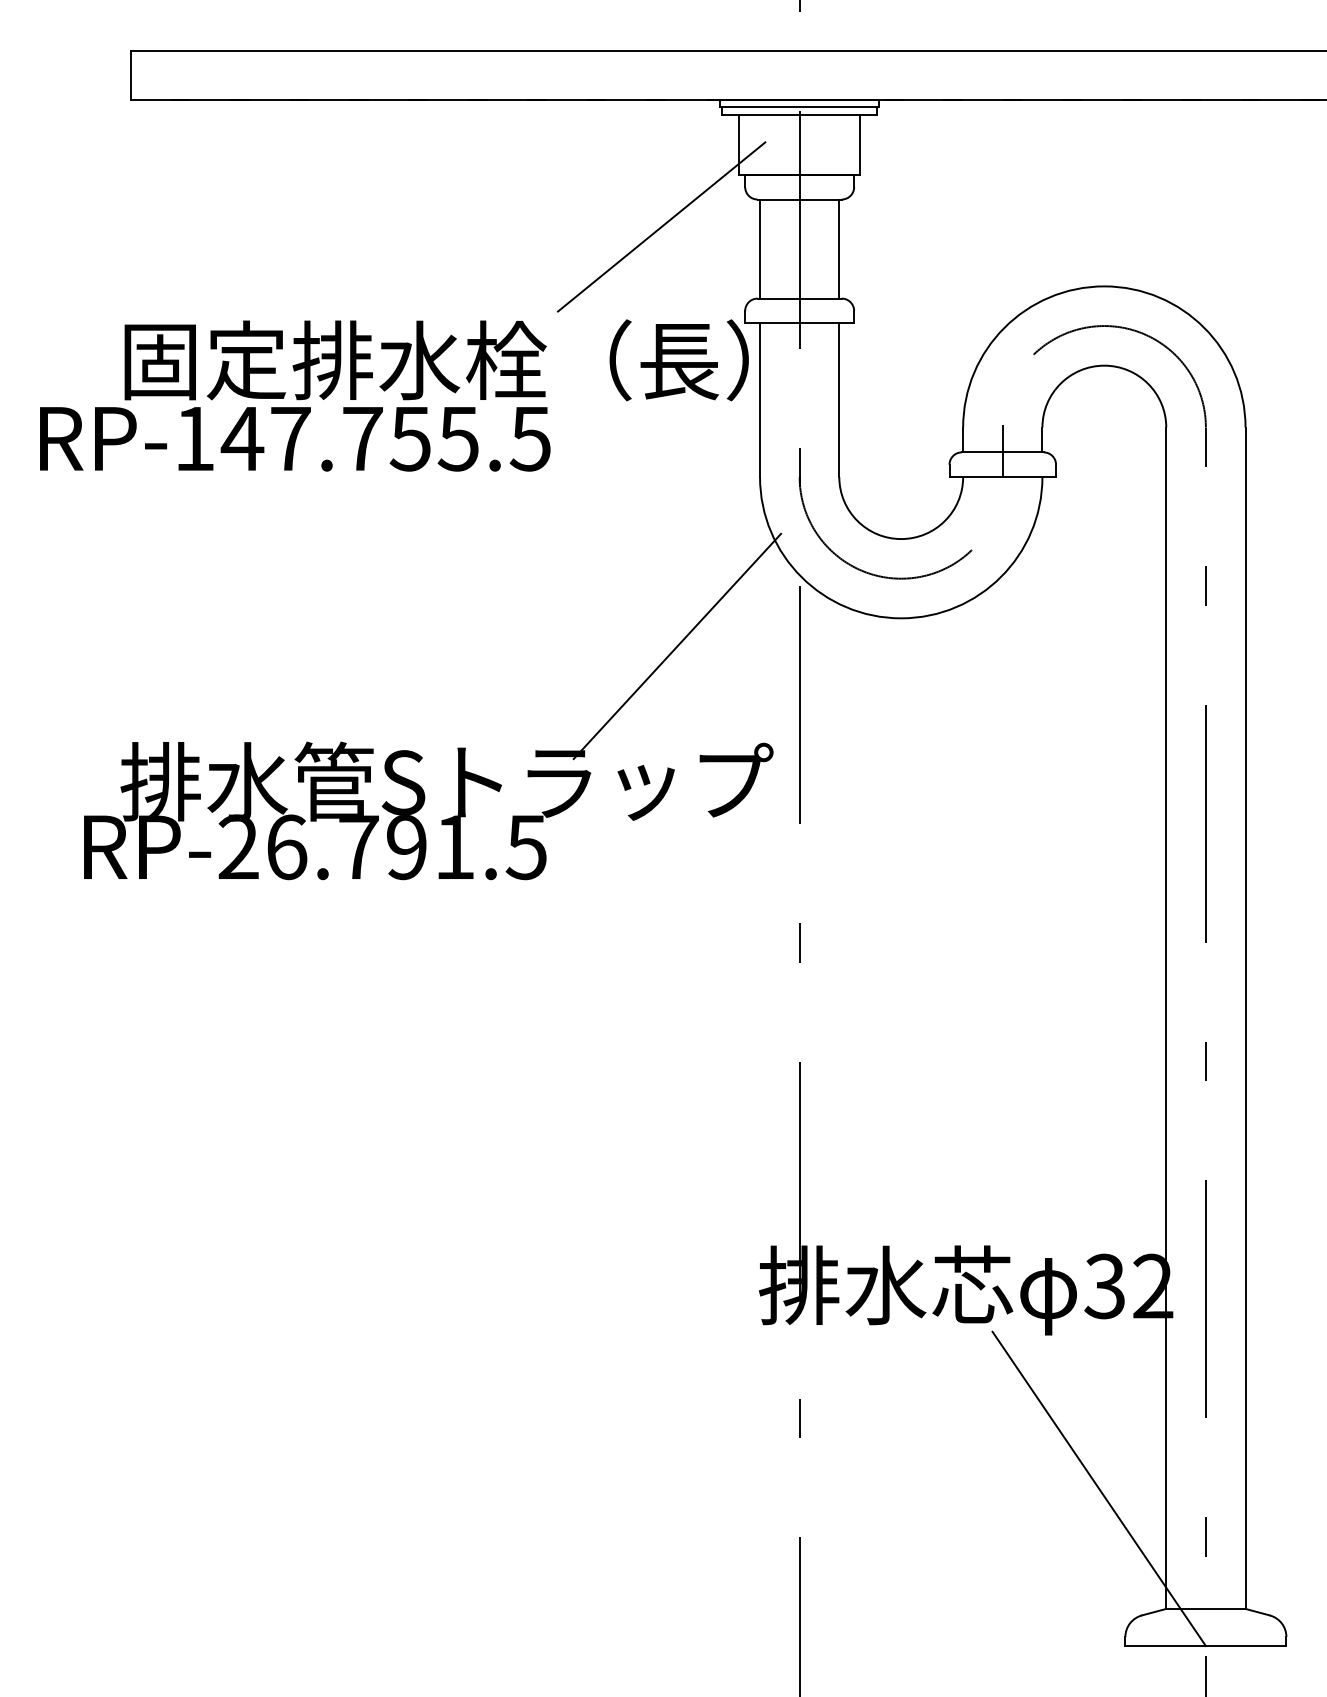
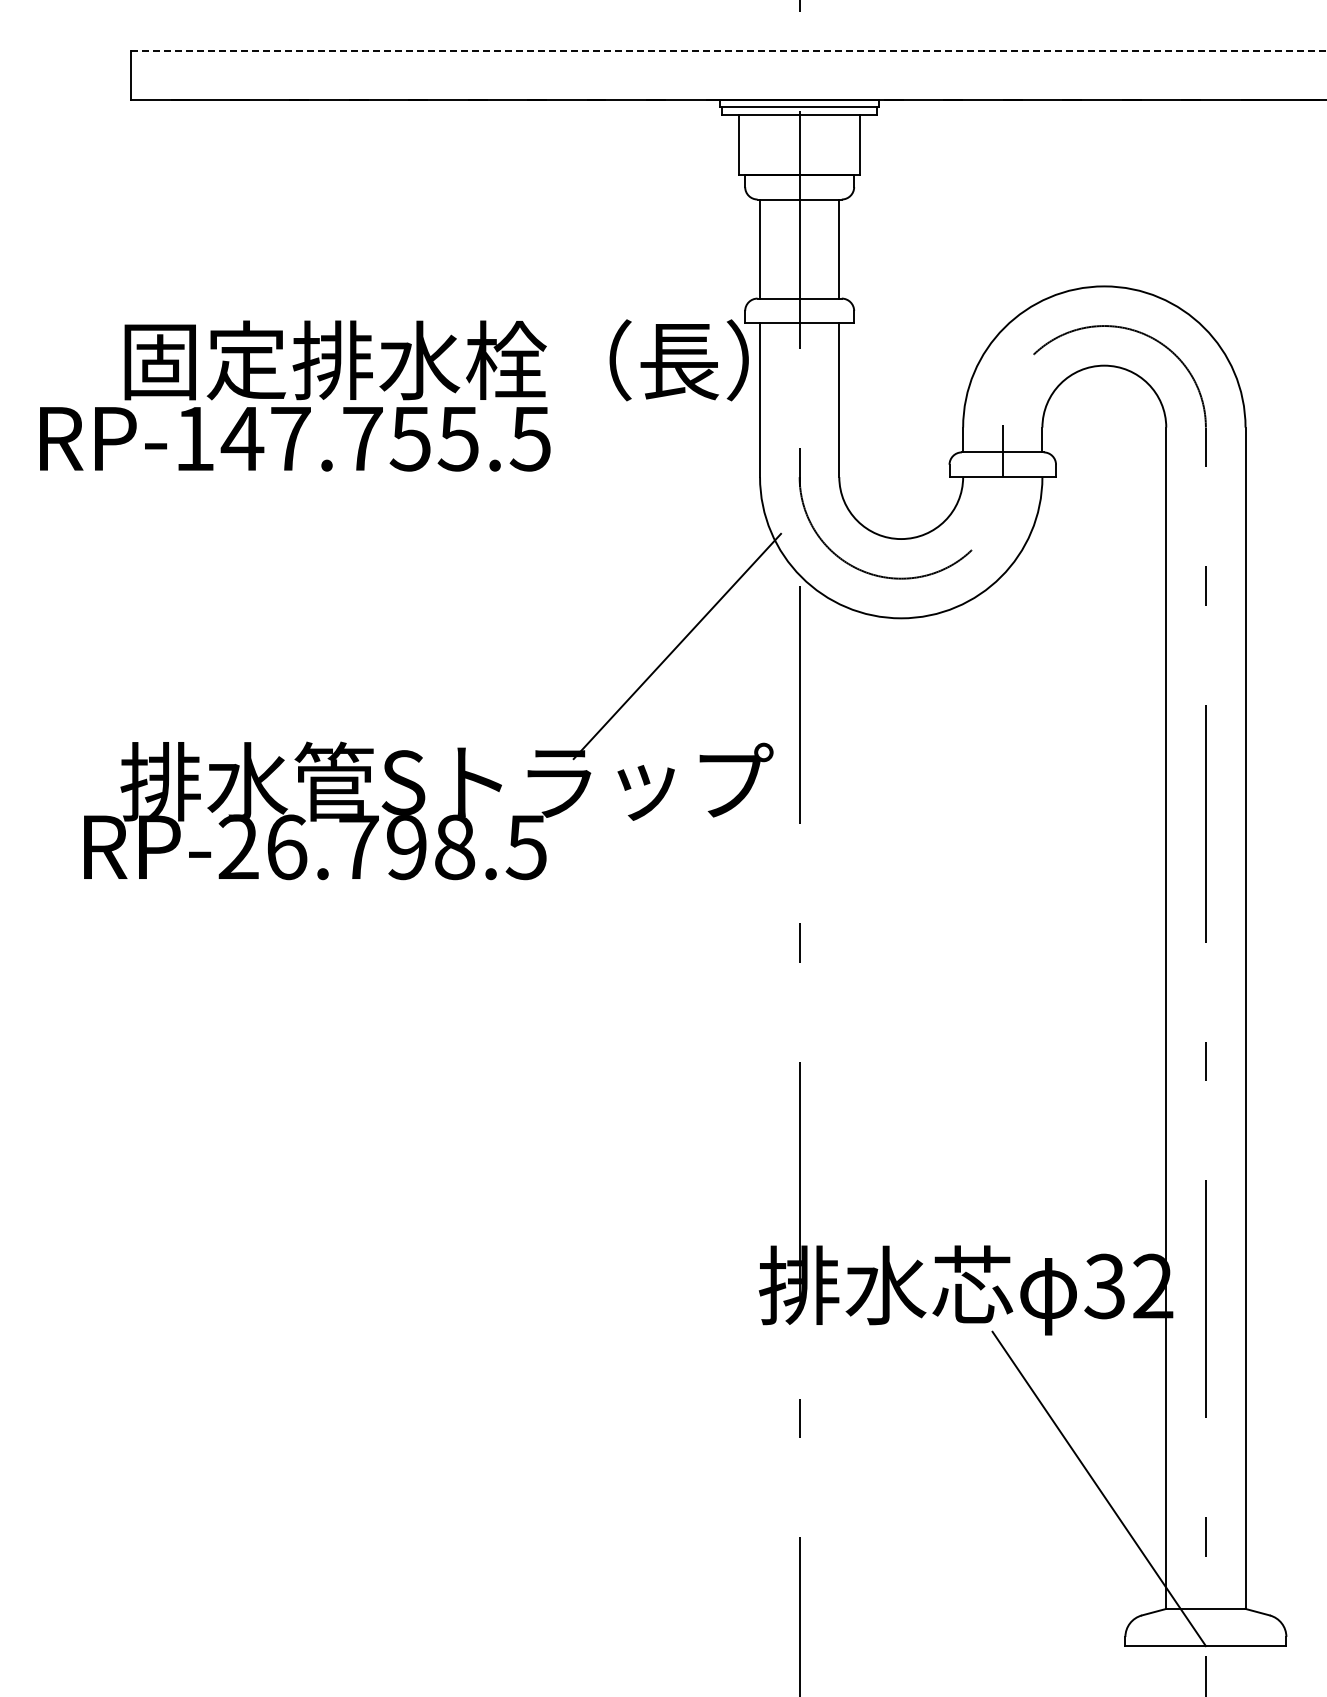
line at (728, 50): solid -> dashed
line at (661, 226): present -> none
text at (455, 847): RP-26.791.5 -> RP-26.798.5
